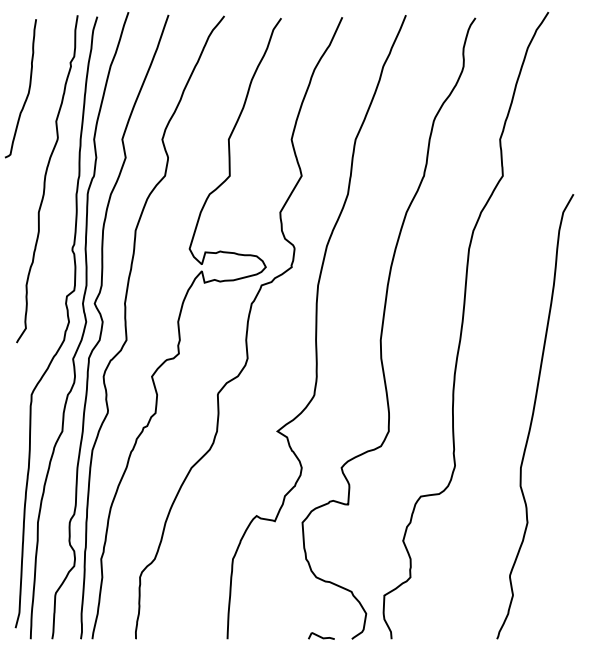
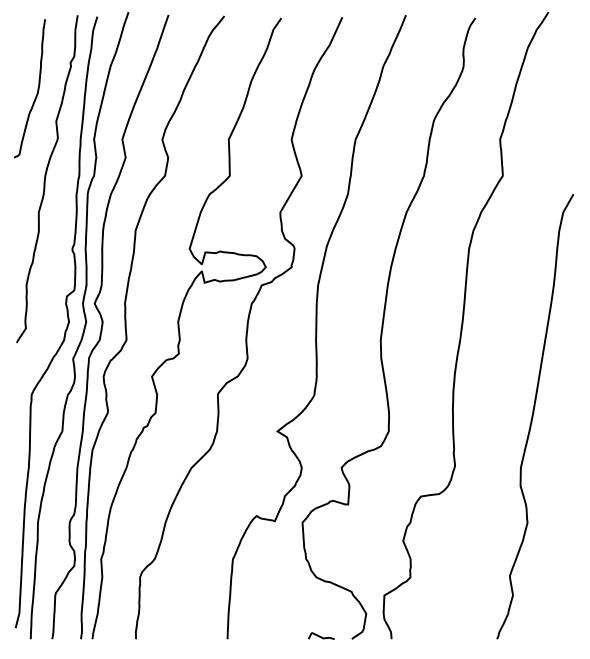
curve at (28, 88) position: (28, 88) -> (37, 88)
